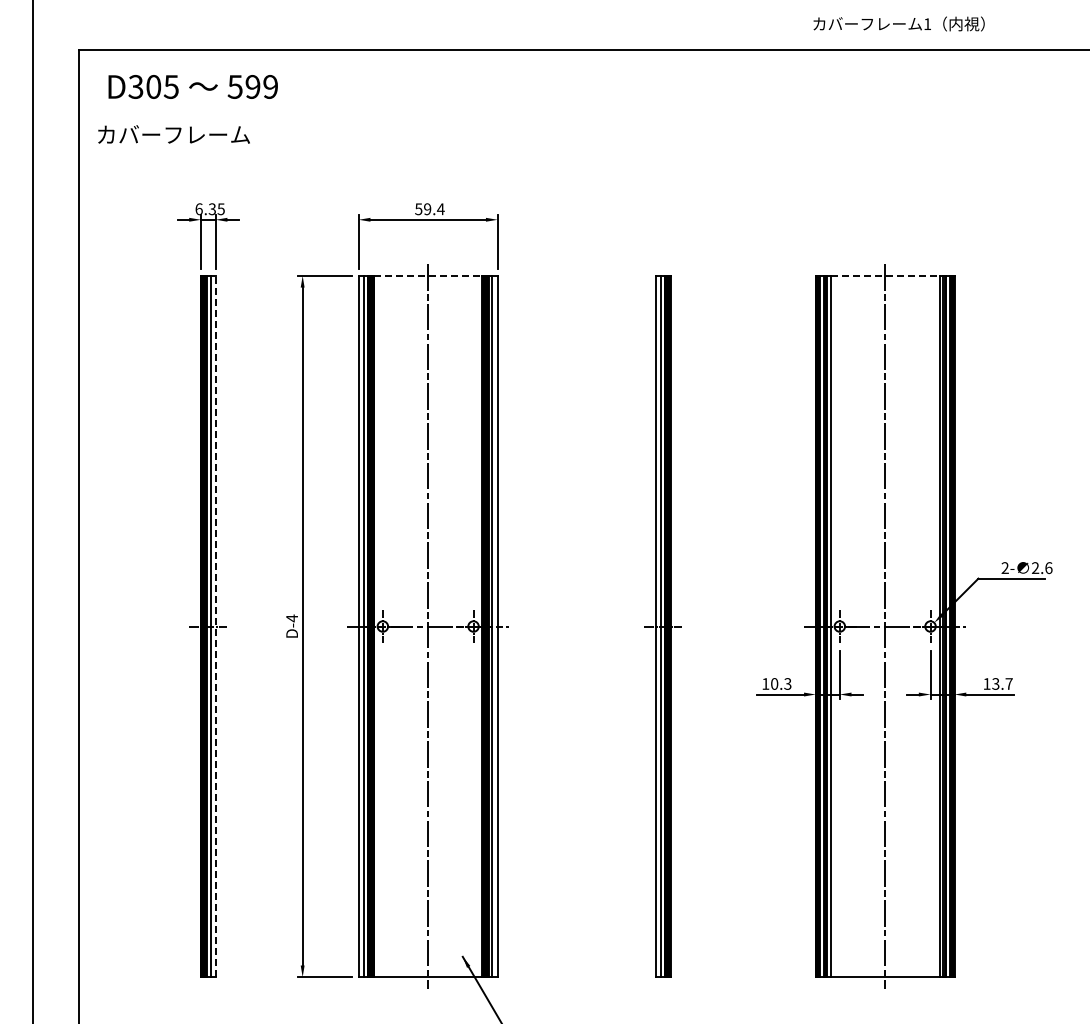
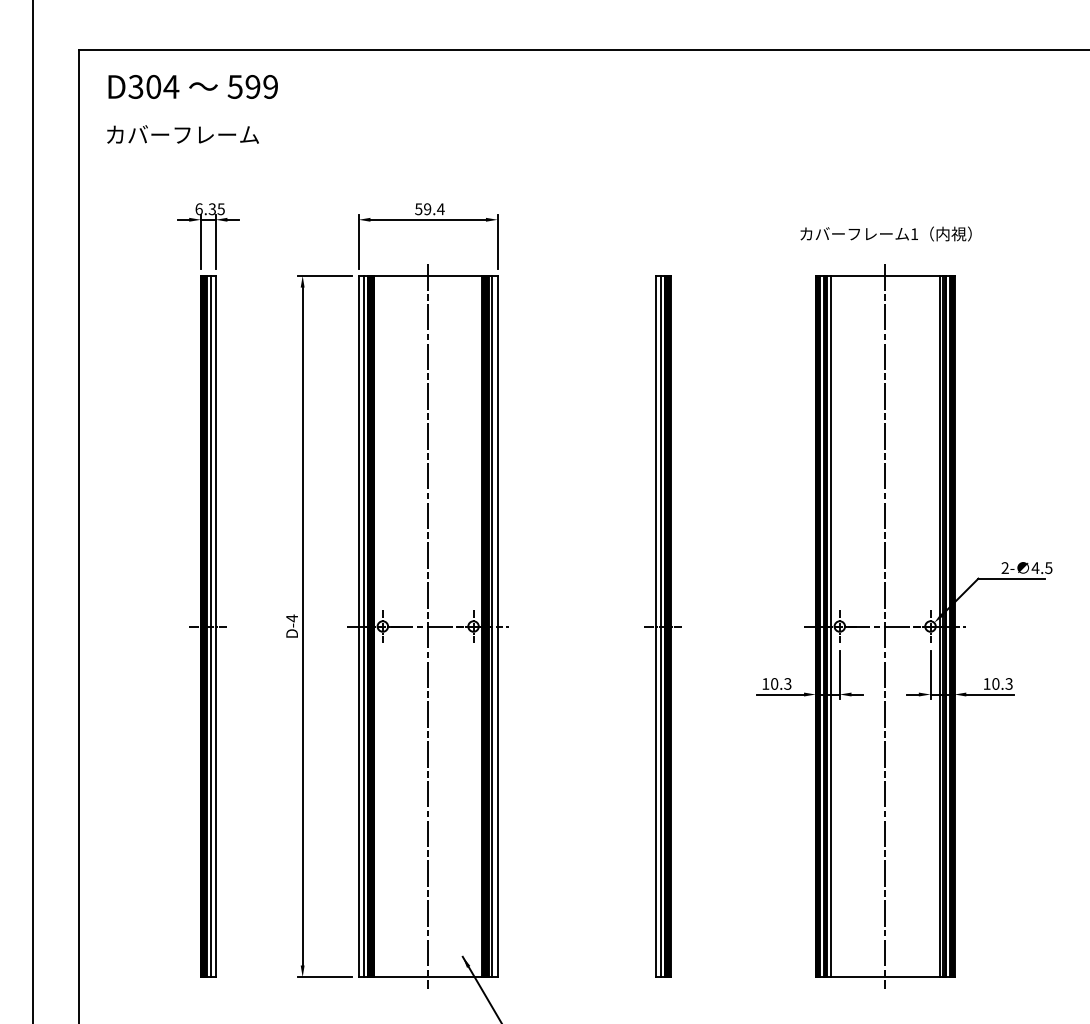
text at (898, 23) position: (898, 23) -> (885, 233)
text at (171, 86): D305 -> D304
text at (173, 134) position: (173, 134) -> (182, 134)
line at (428, 275): dashed -> solid
line at (885, 275): dashed -> solid
text at (1041, 567): 2.6 -> 4.5
line at (215, 626): dashed -> solid
text at (1002, 683): 13.7 -> 10.3
